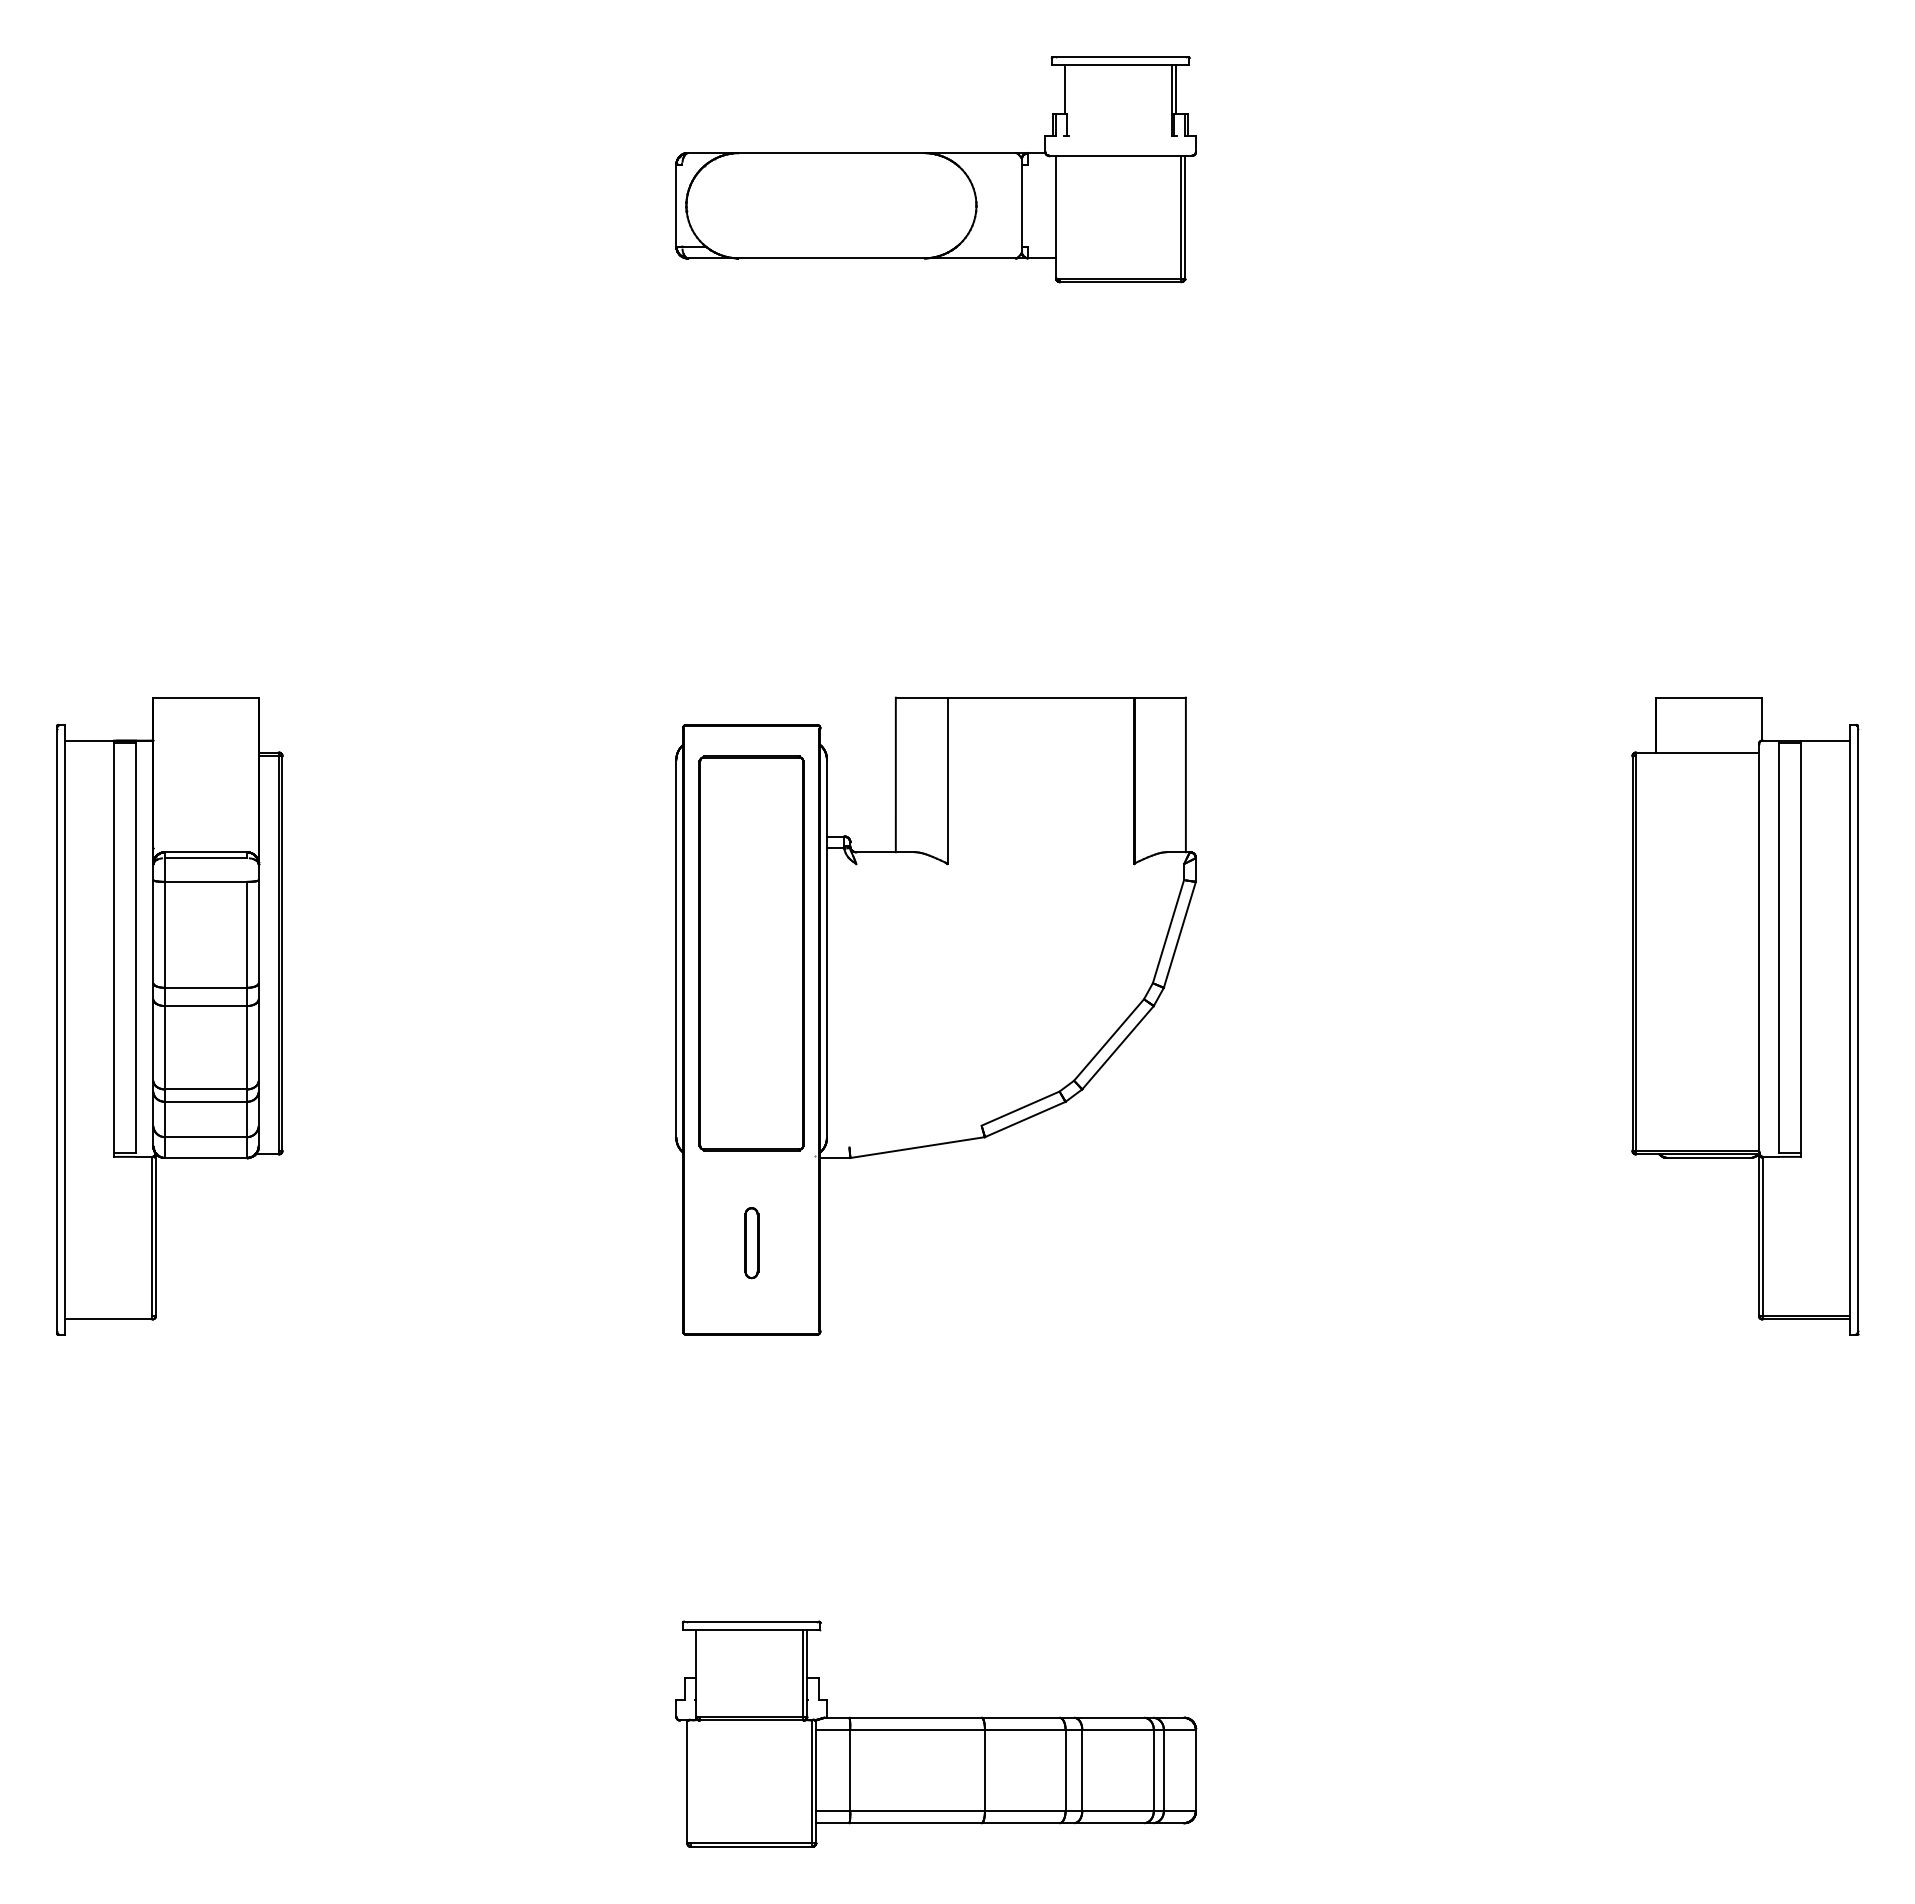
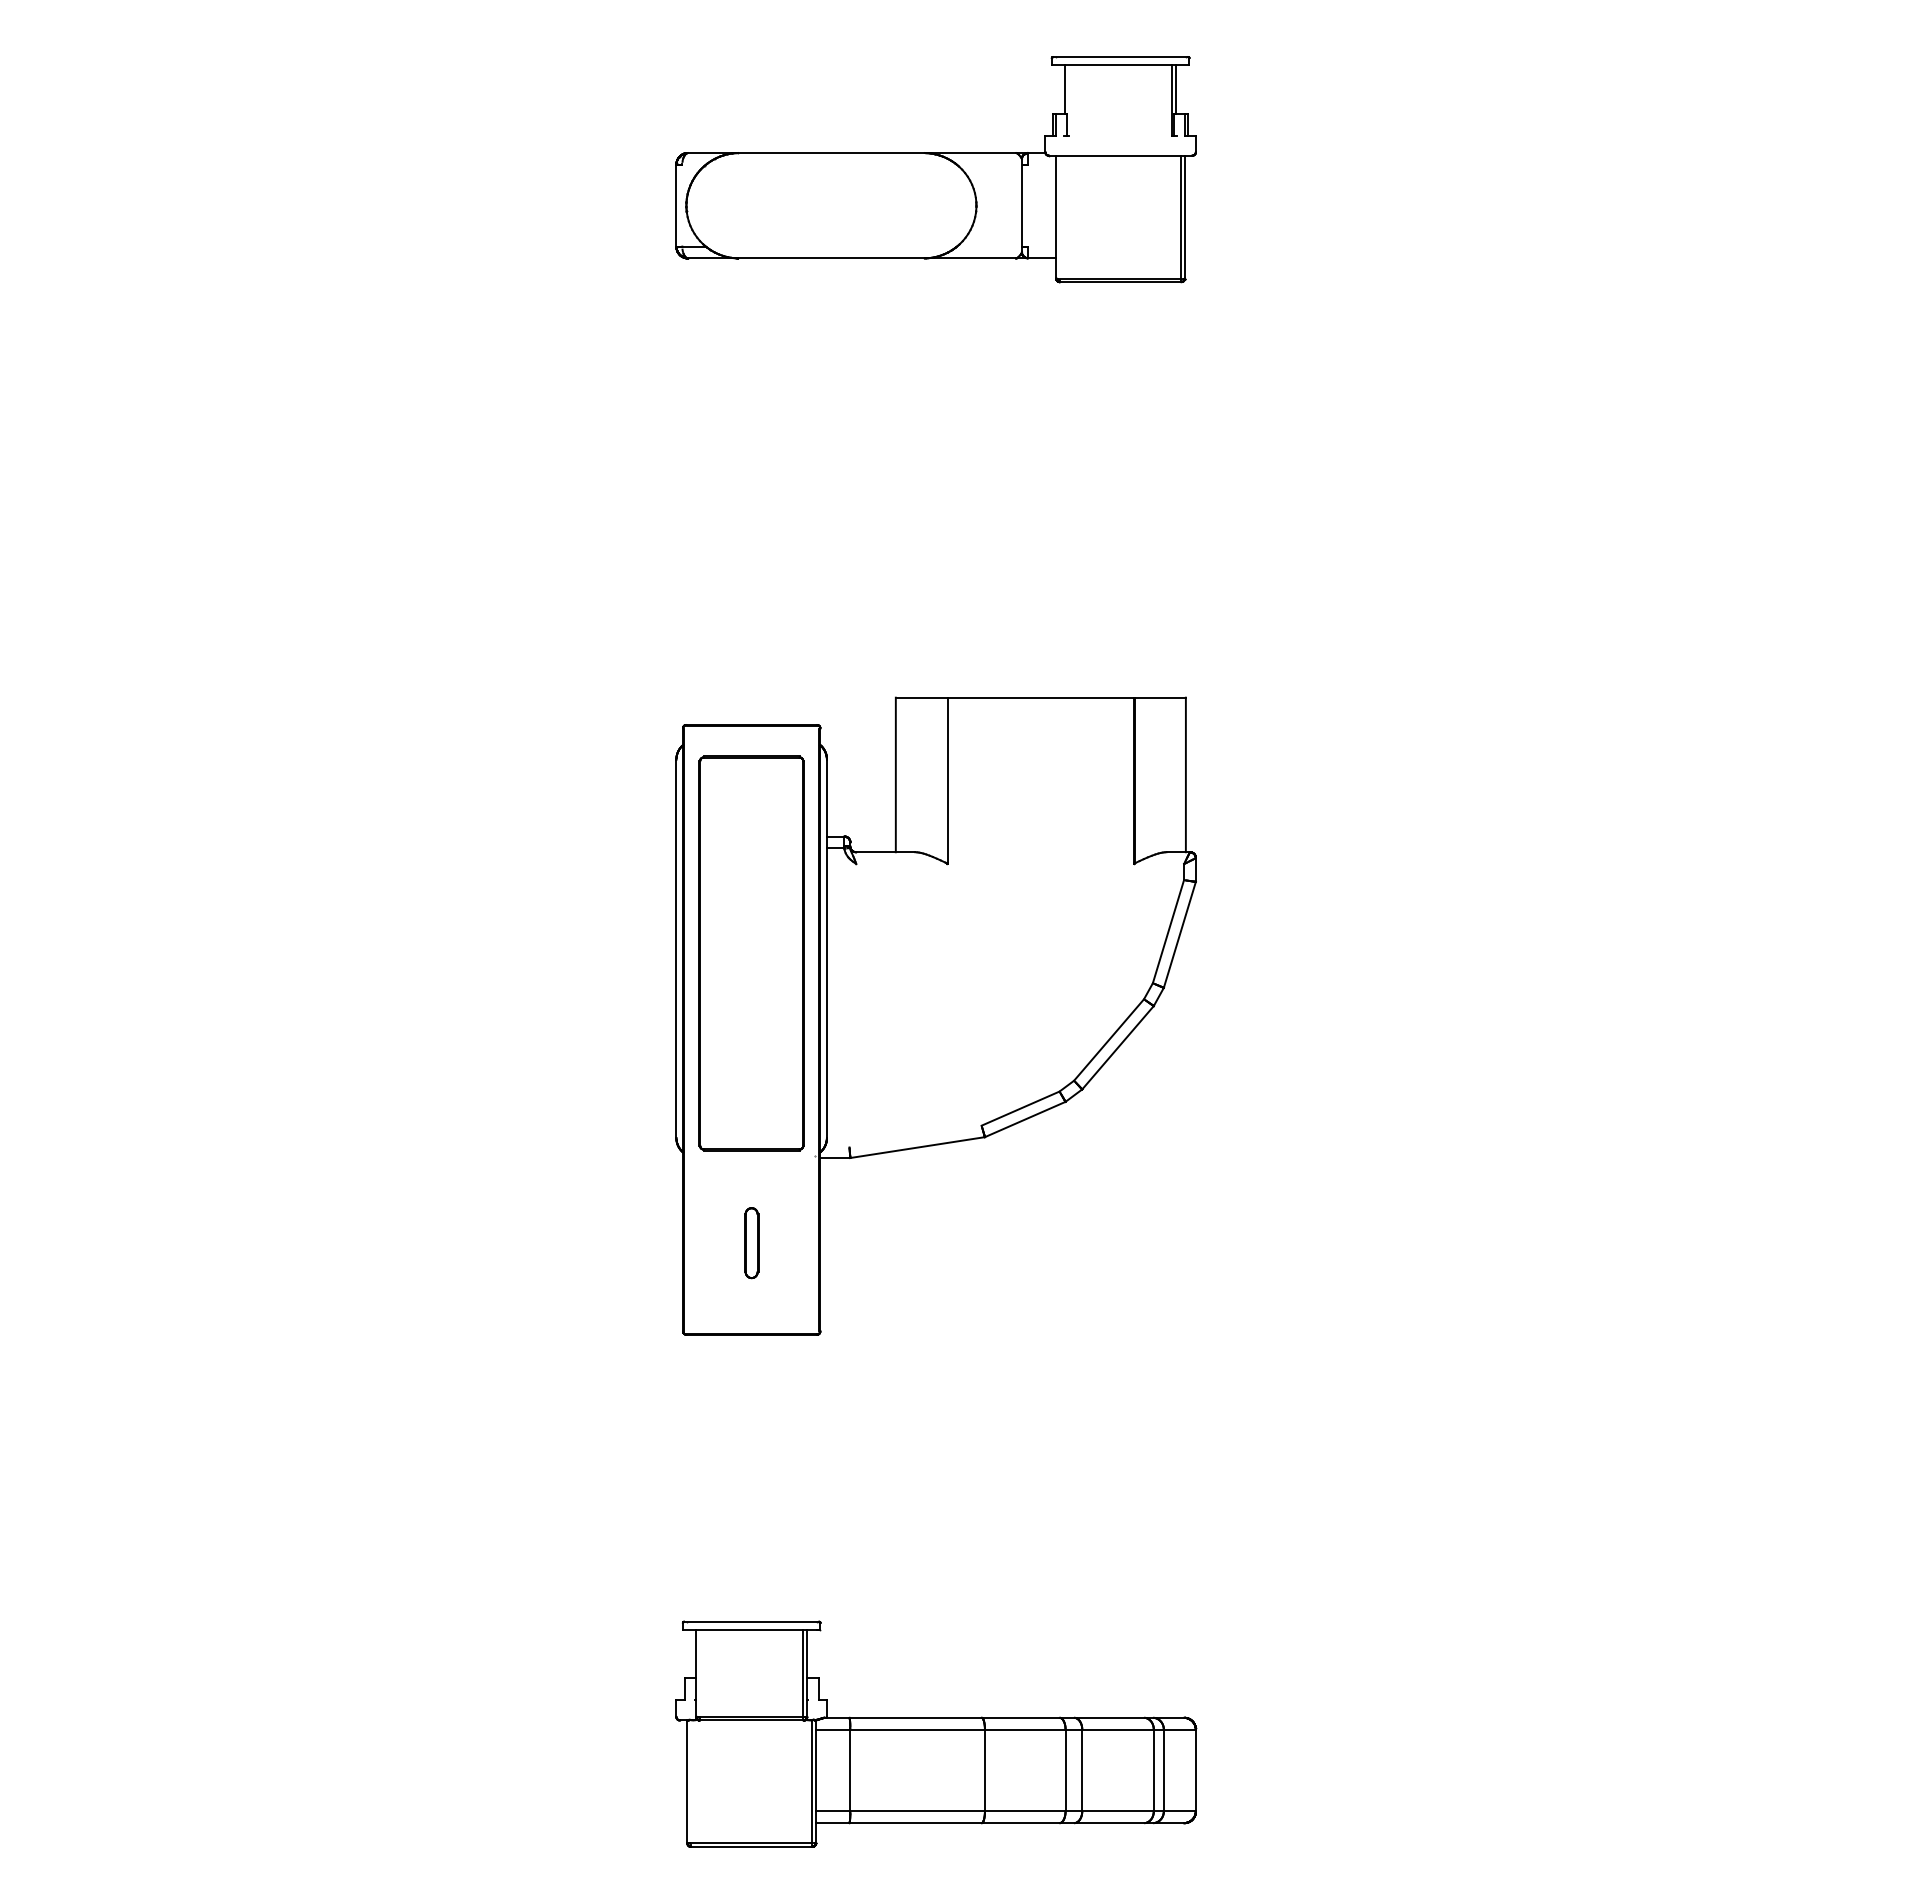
part at (169, 1016): present -> none
part at (1745, 1016): present -> none
